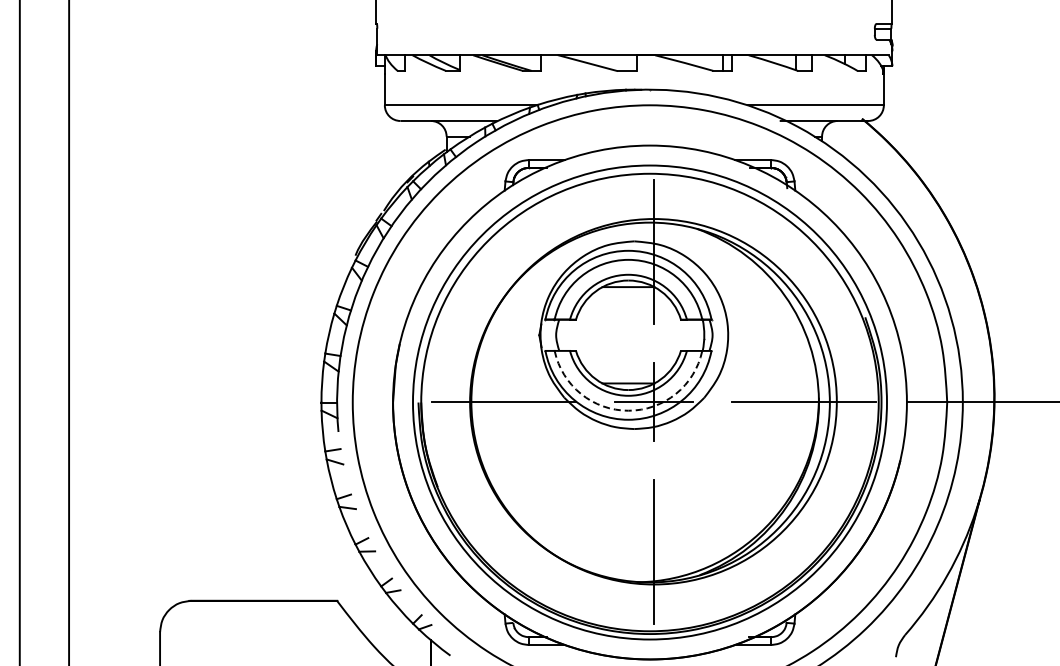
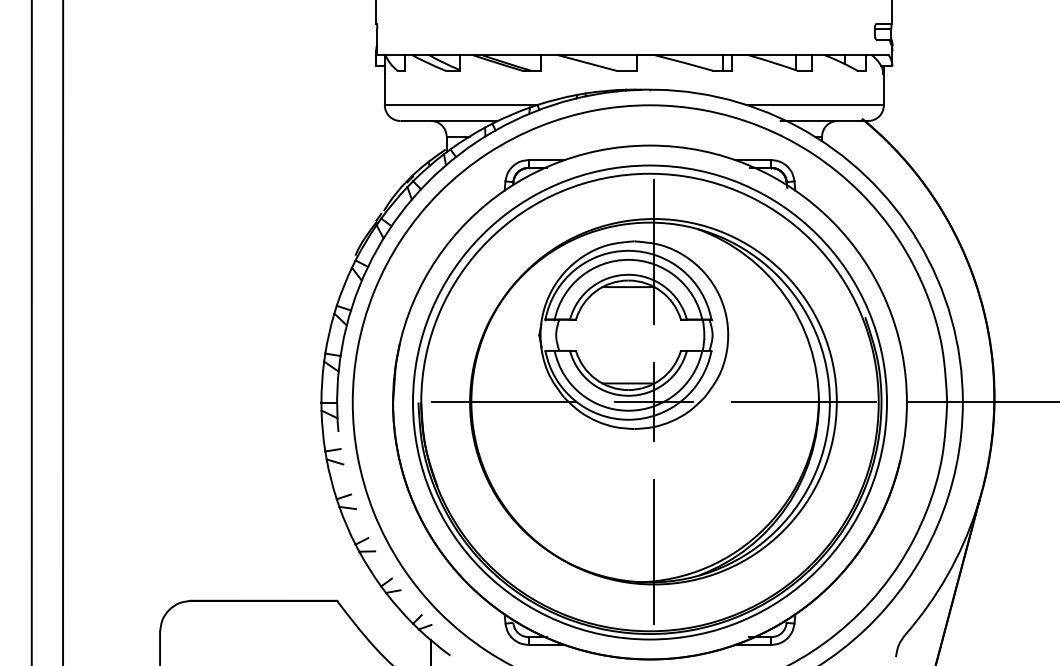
line at (19, 332) position: (19, 332) -> (31, 332)
line at (69, 332) position: (69, 332) -> (63, 332)
arc at (628, 410): dashed -> solid
